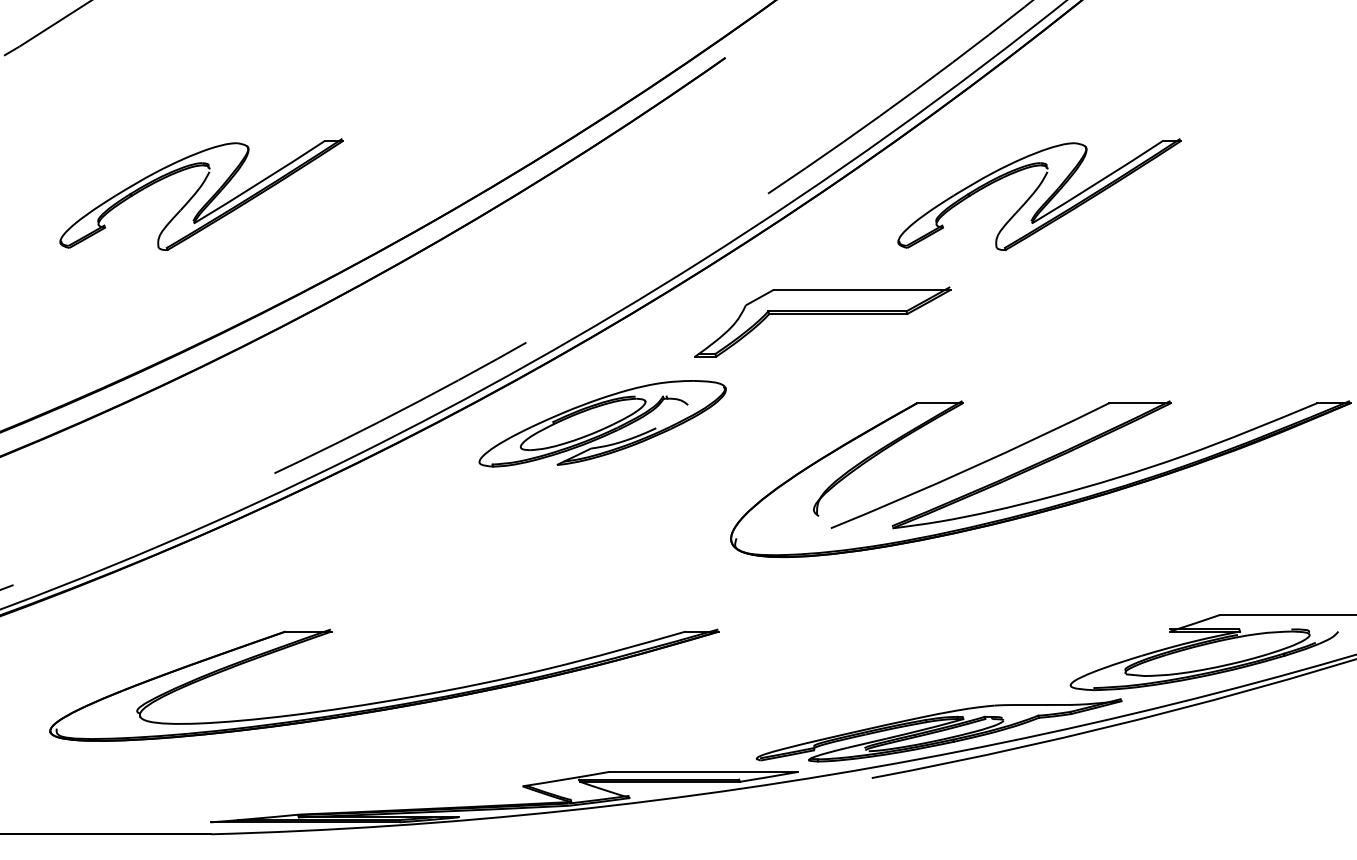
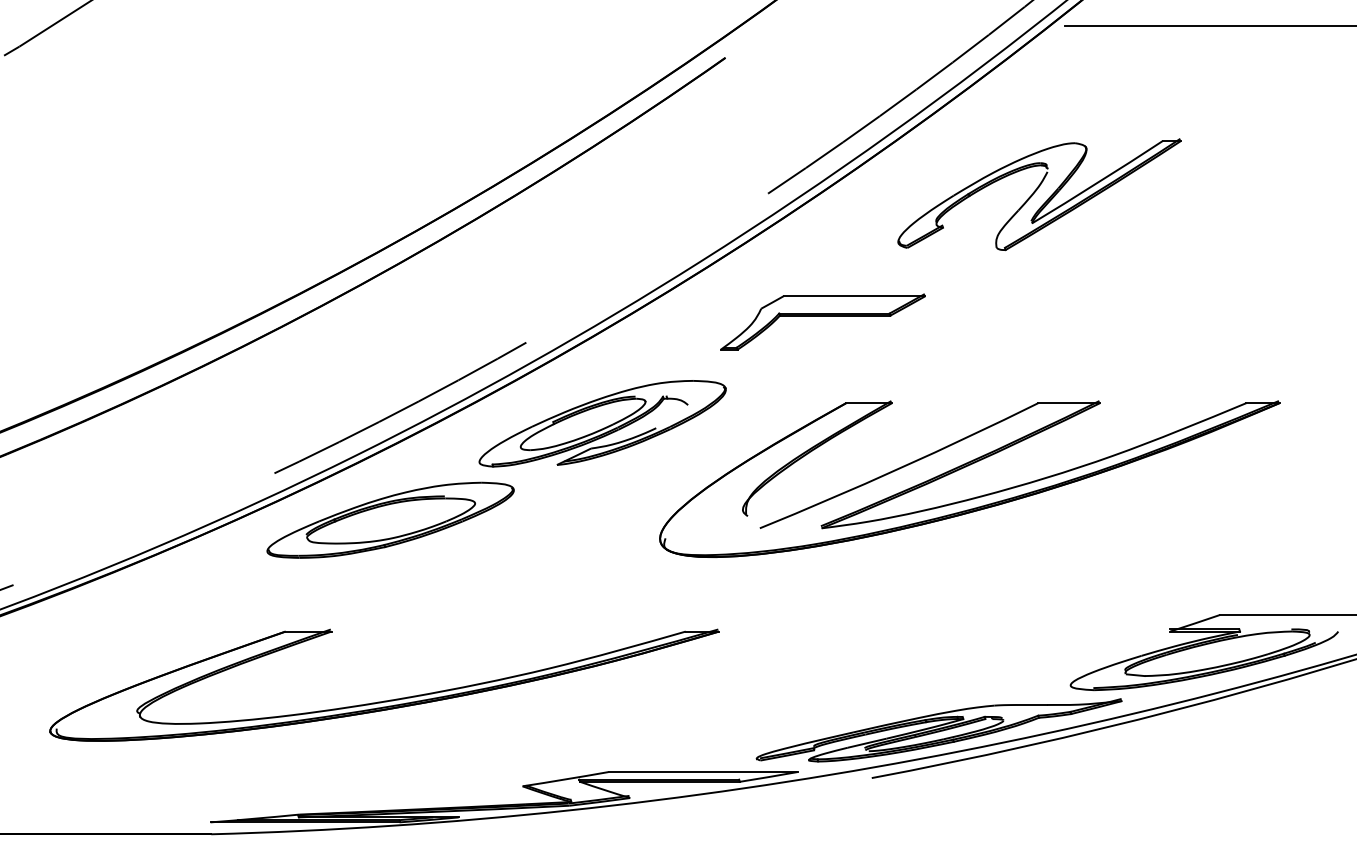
line at (1209, 25): none -> present
part at (201, 194): present -> none
part at (822, 321) size: 258x72 px -> 206x58 px
part at (1037, 467) position: (1037, 467) -> (966, 467)
part at (390, 519): none -> present
